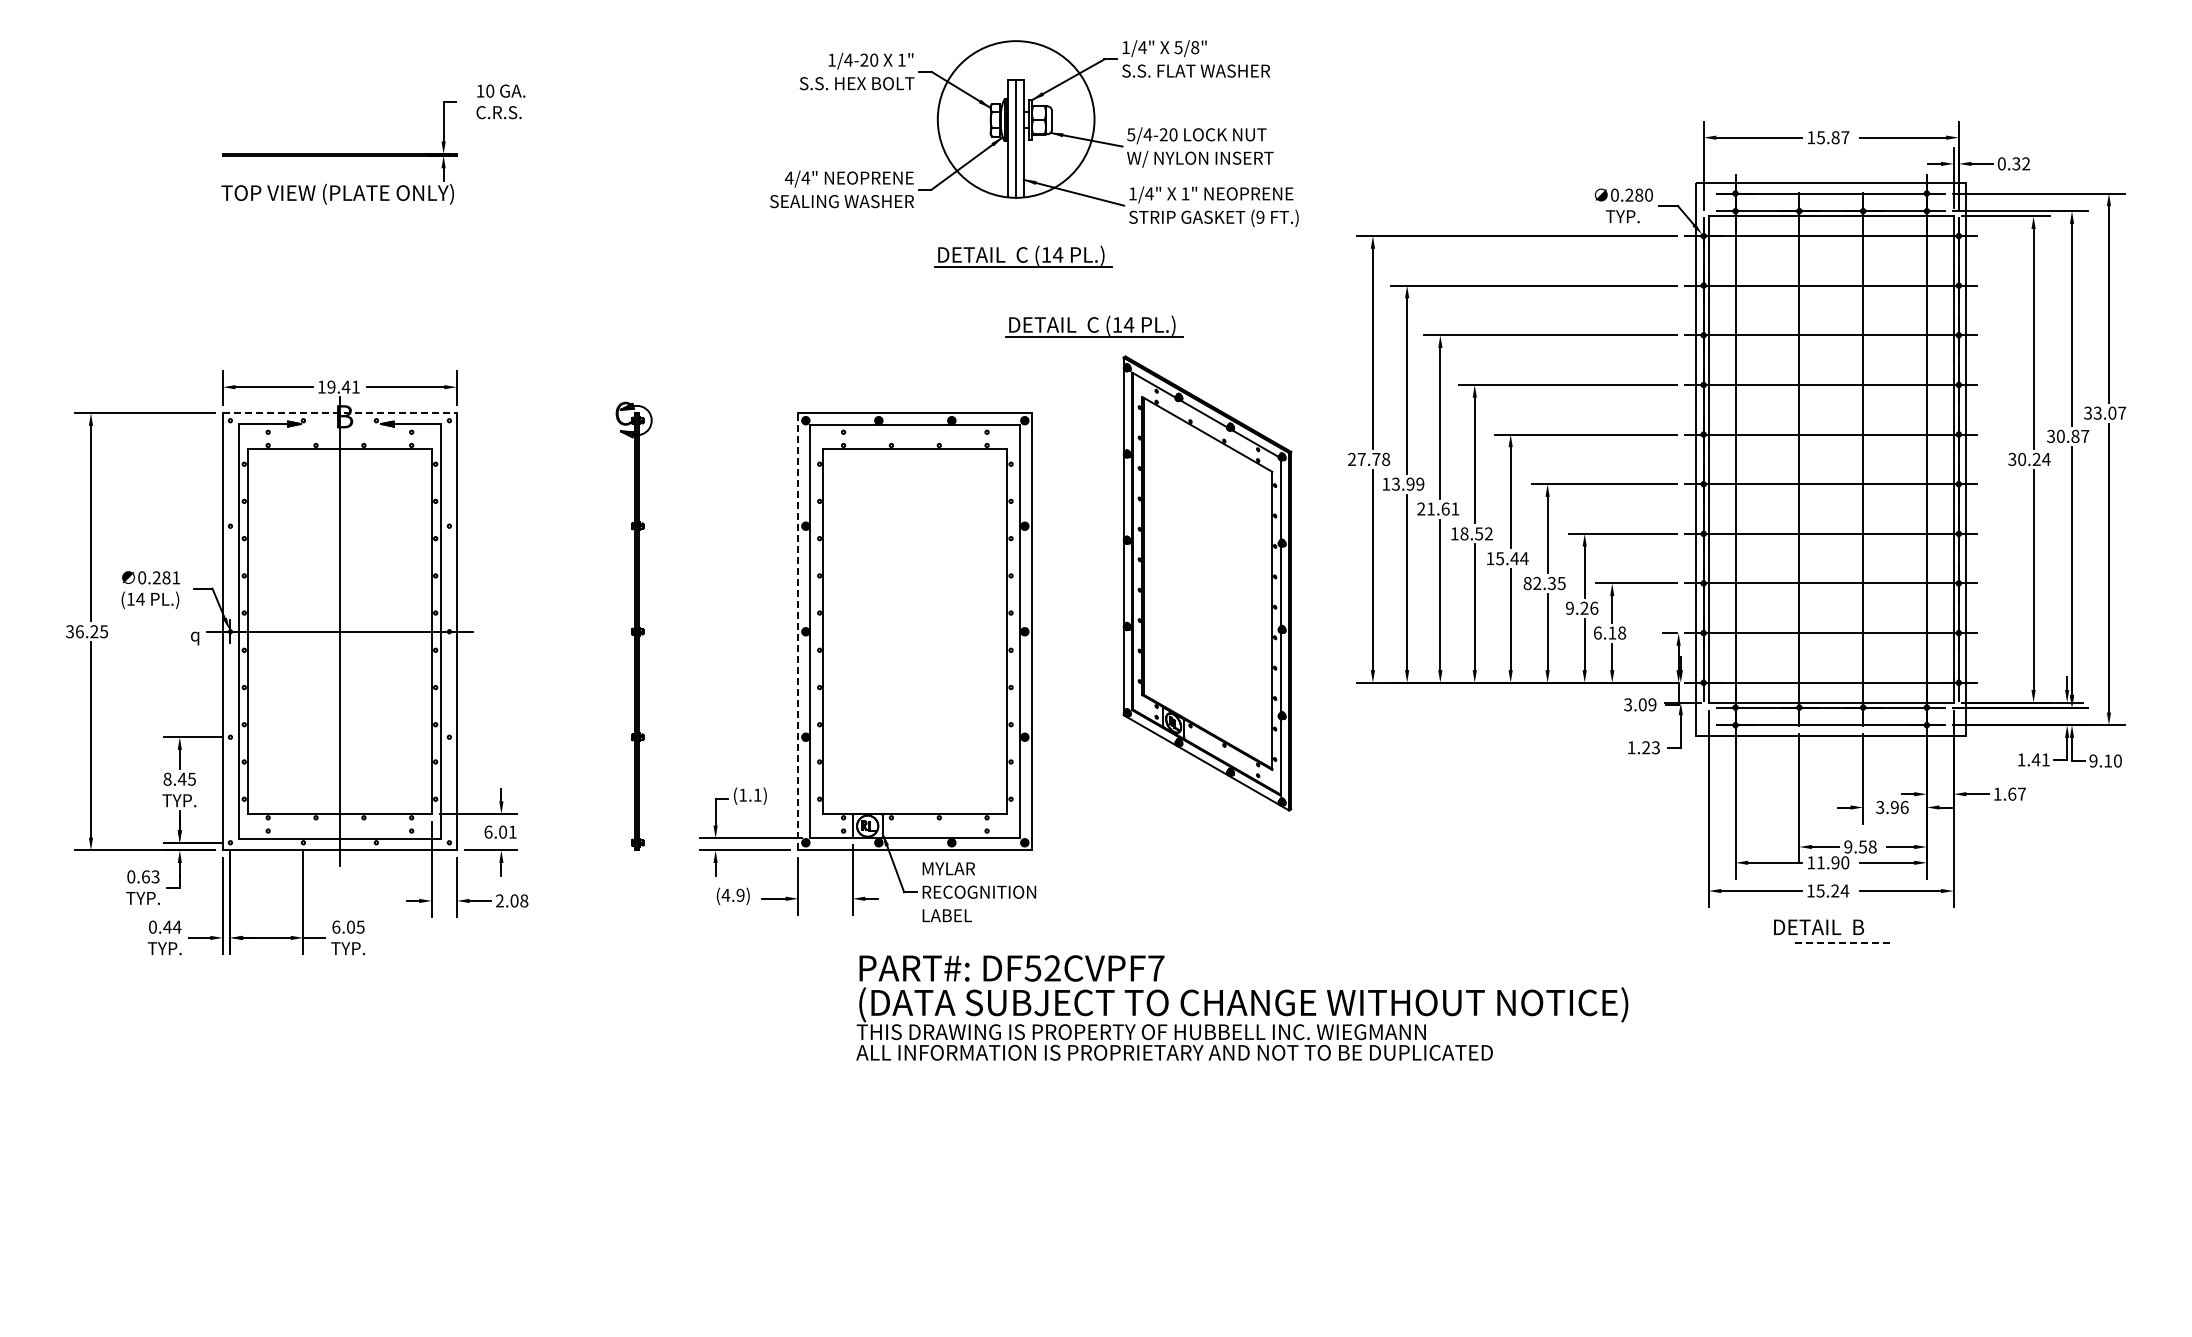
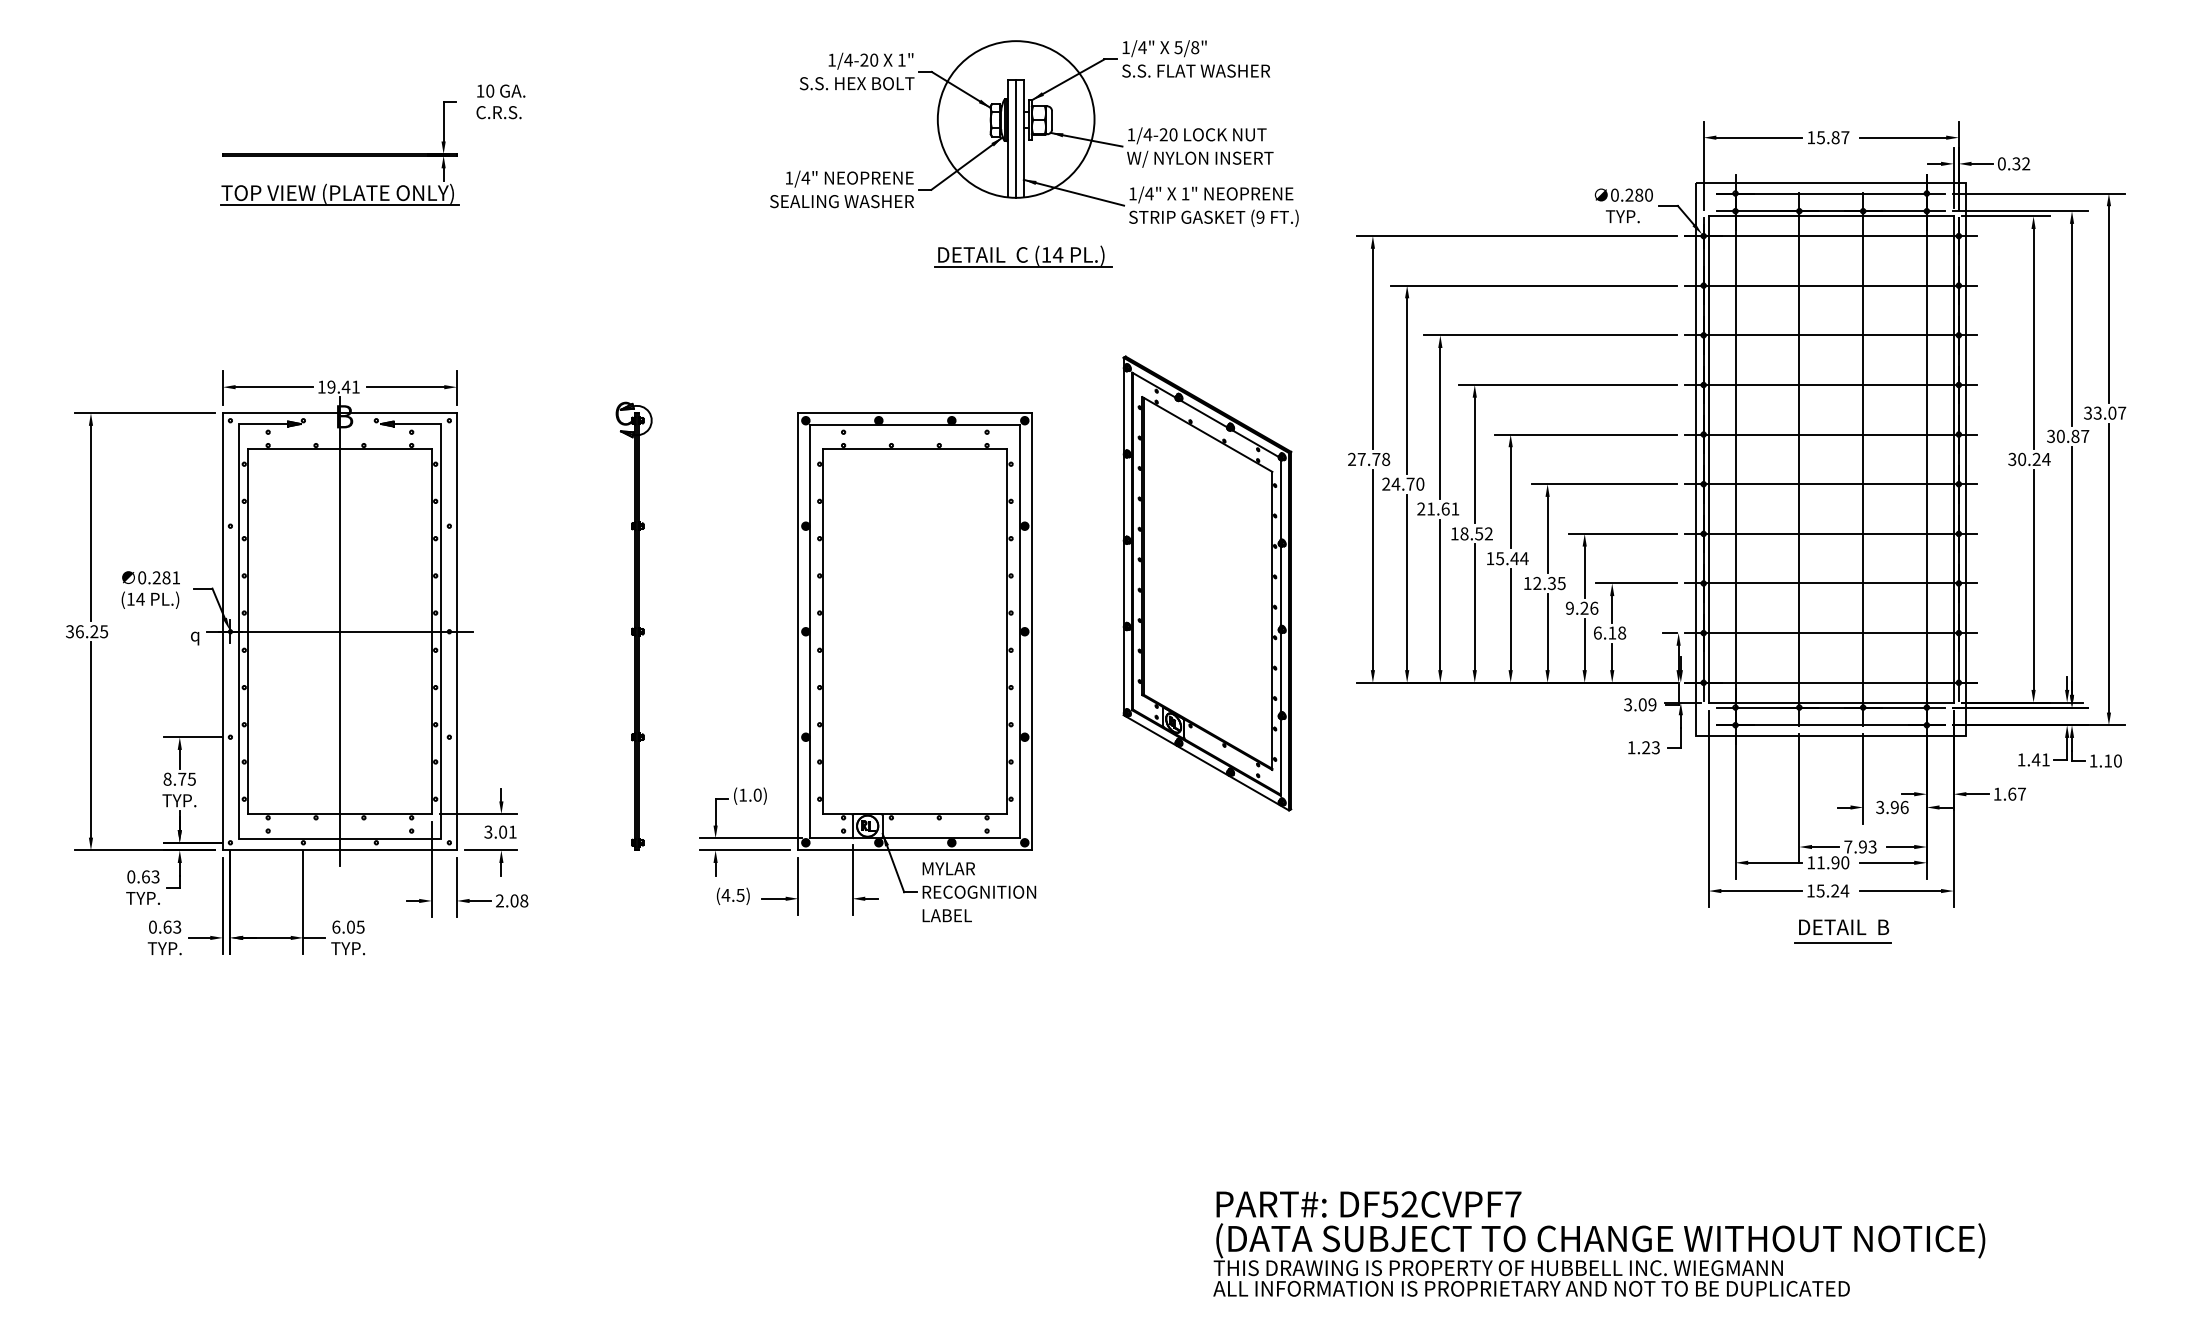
text at (1131, 134): 5/4-20 -> 1/4-20
text at (788, 177): 4/4" -> 1/4"
line at (339, 204): none -> present
part at (1094, 326): present -> none
line at (340, 413): dashed -> solid
text at (1403, 483): 13.99 -> 24.70
text at (1527, 583): 82.35 -> 12.35
line at (798, 631): dashed -> solid
text at (2093, 760): 9.10 -> 1.10
text at (181, 778): 8.45 -> 8.75
text at (757, 794): (1.1) -> (1.0)
text at (488, 831): 6.01 -> 3.01
text at (1860, 846): 9.58 -> 7.93
text at (740, 894): (4.9) -> (4.5)
text at (172, 926): 0.44 -> 0.63
text at (1819, 926) position: (1819, 926) -> (1844, 926)
line at (1843, 943): dashed -> solid
text at (1242, 1007) position: (1242, 1007) -> (1599, 1243)
